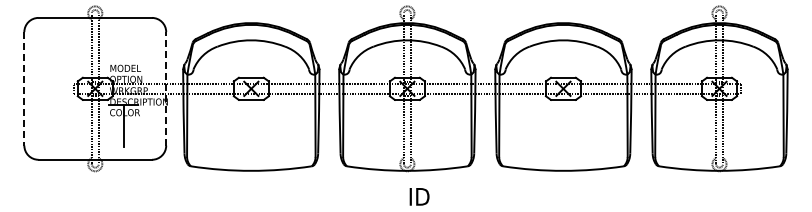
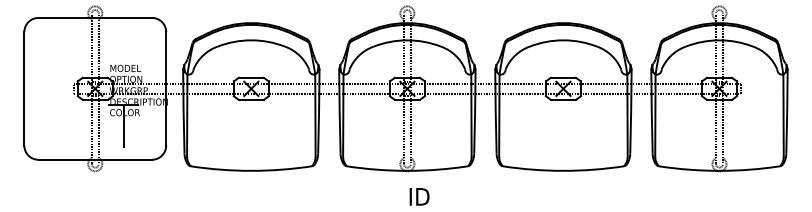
line at (24, 88): dashed -> solid
line at (166, 88): dashed -> solid
